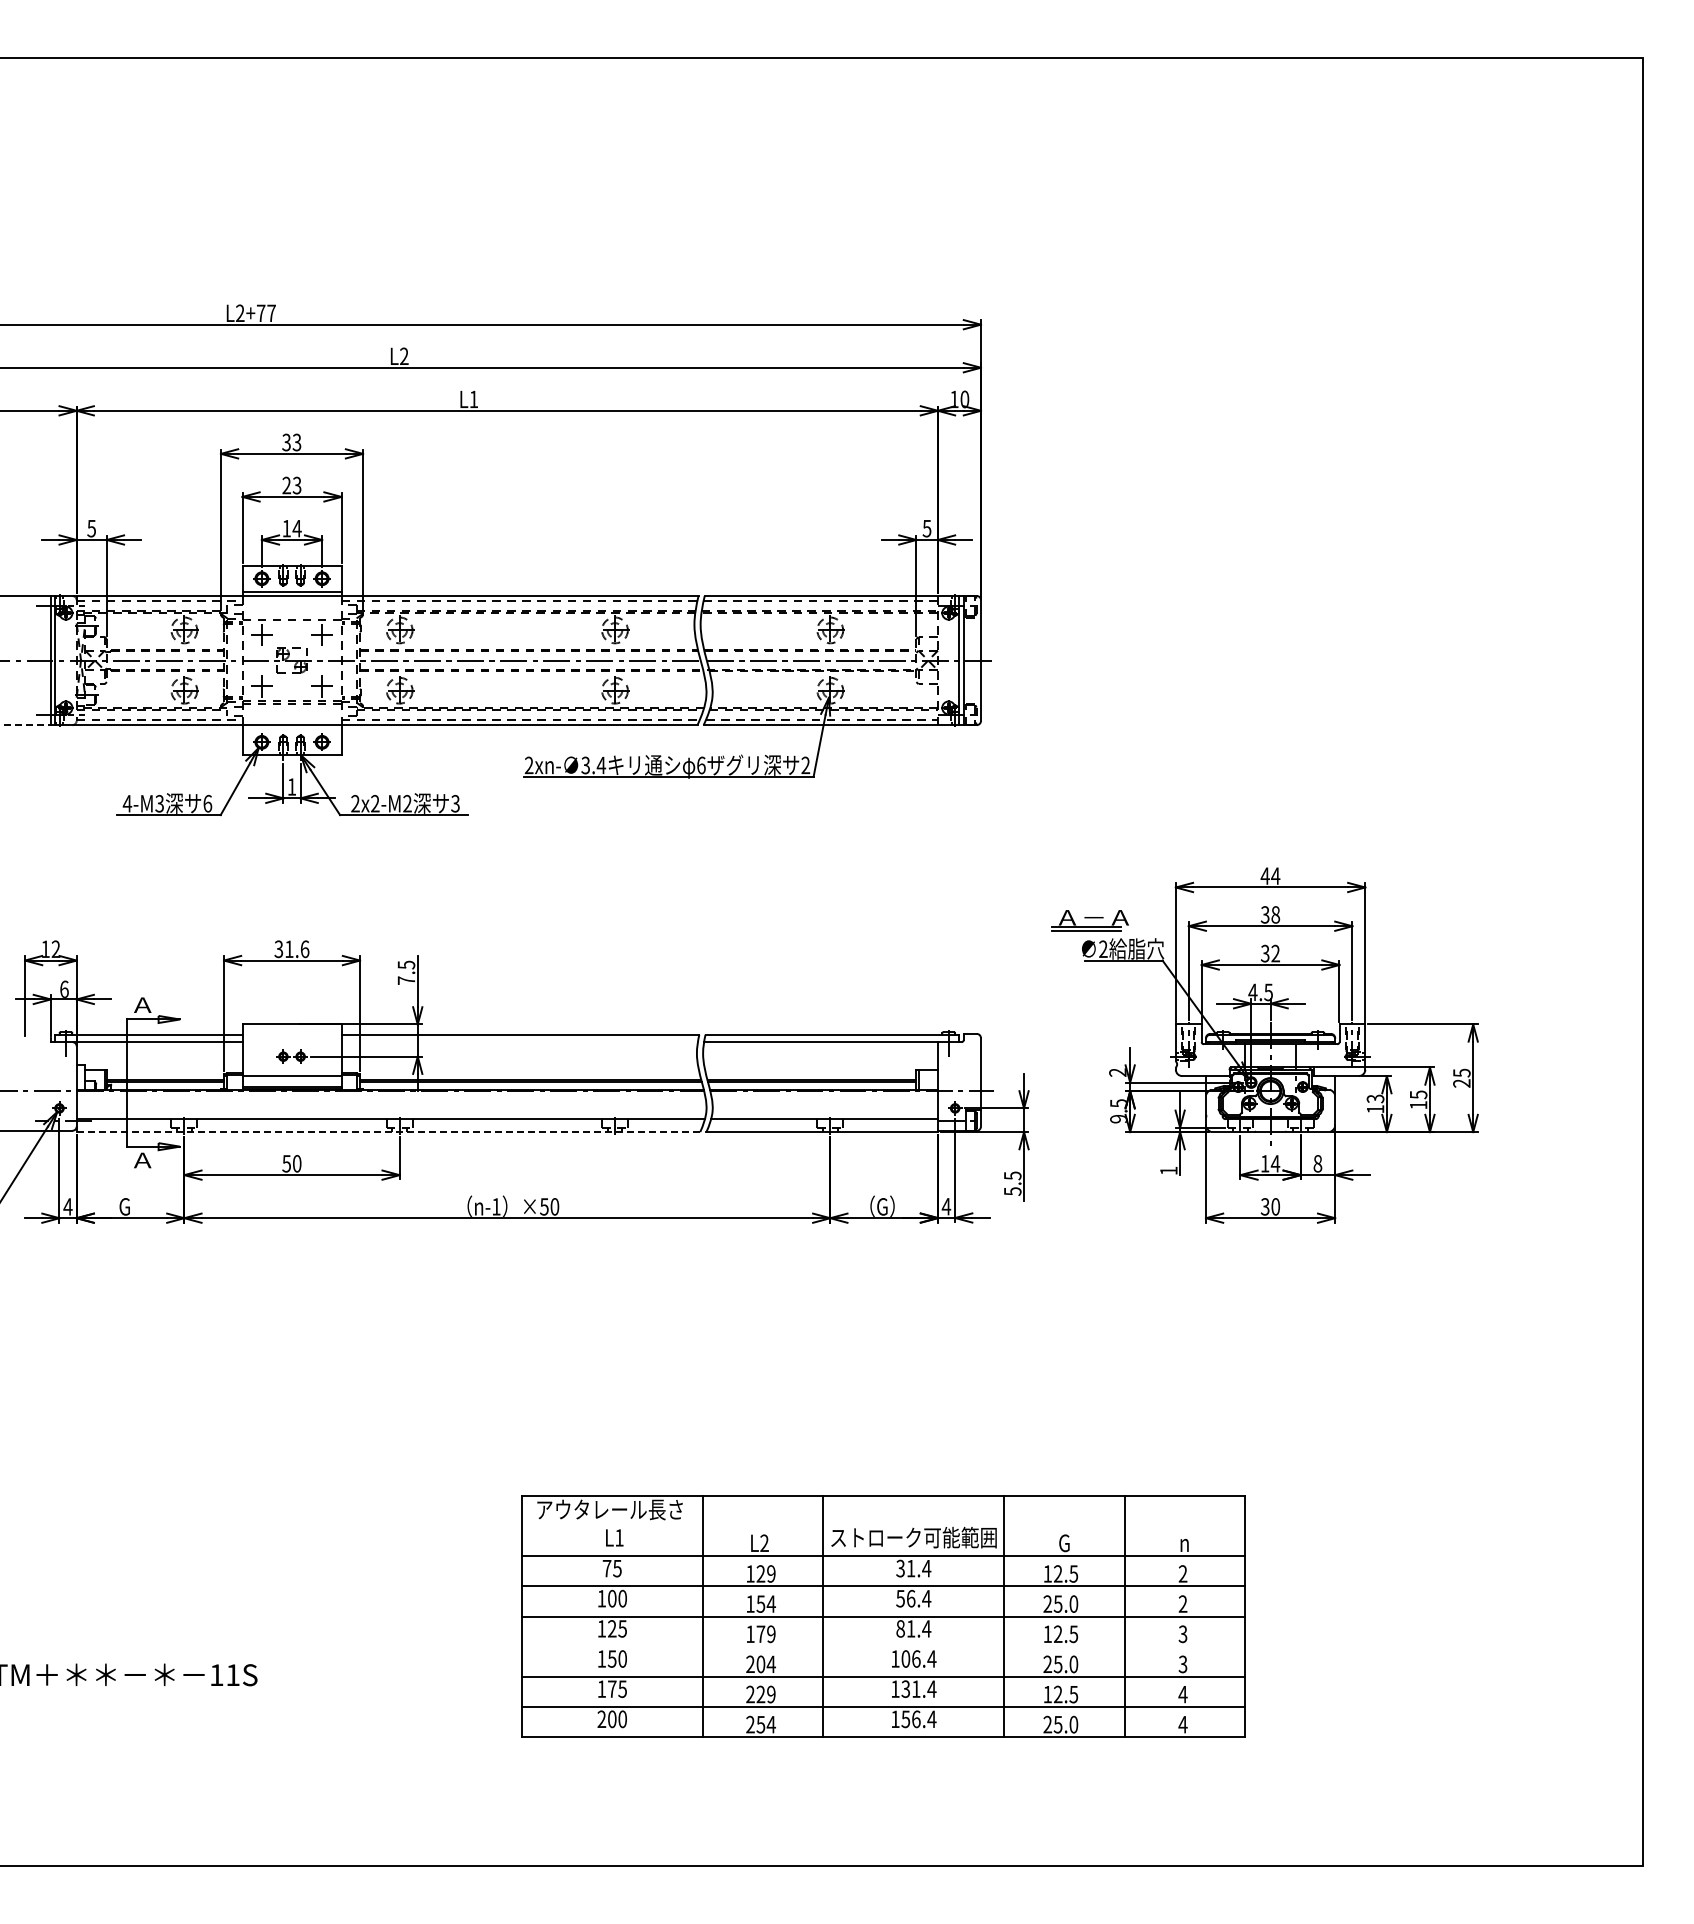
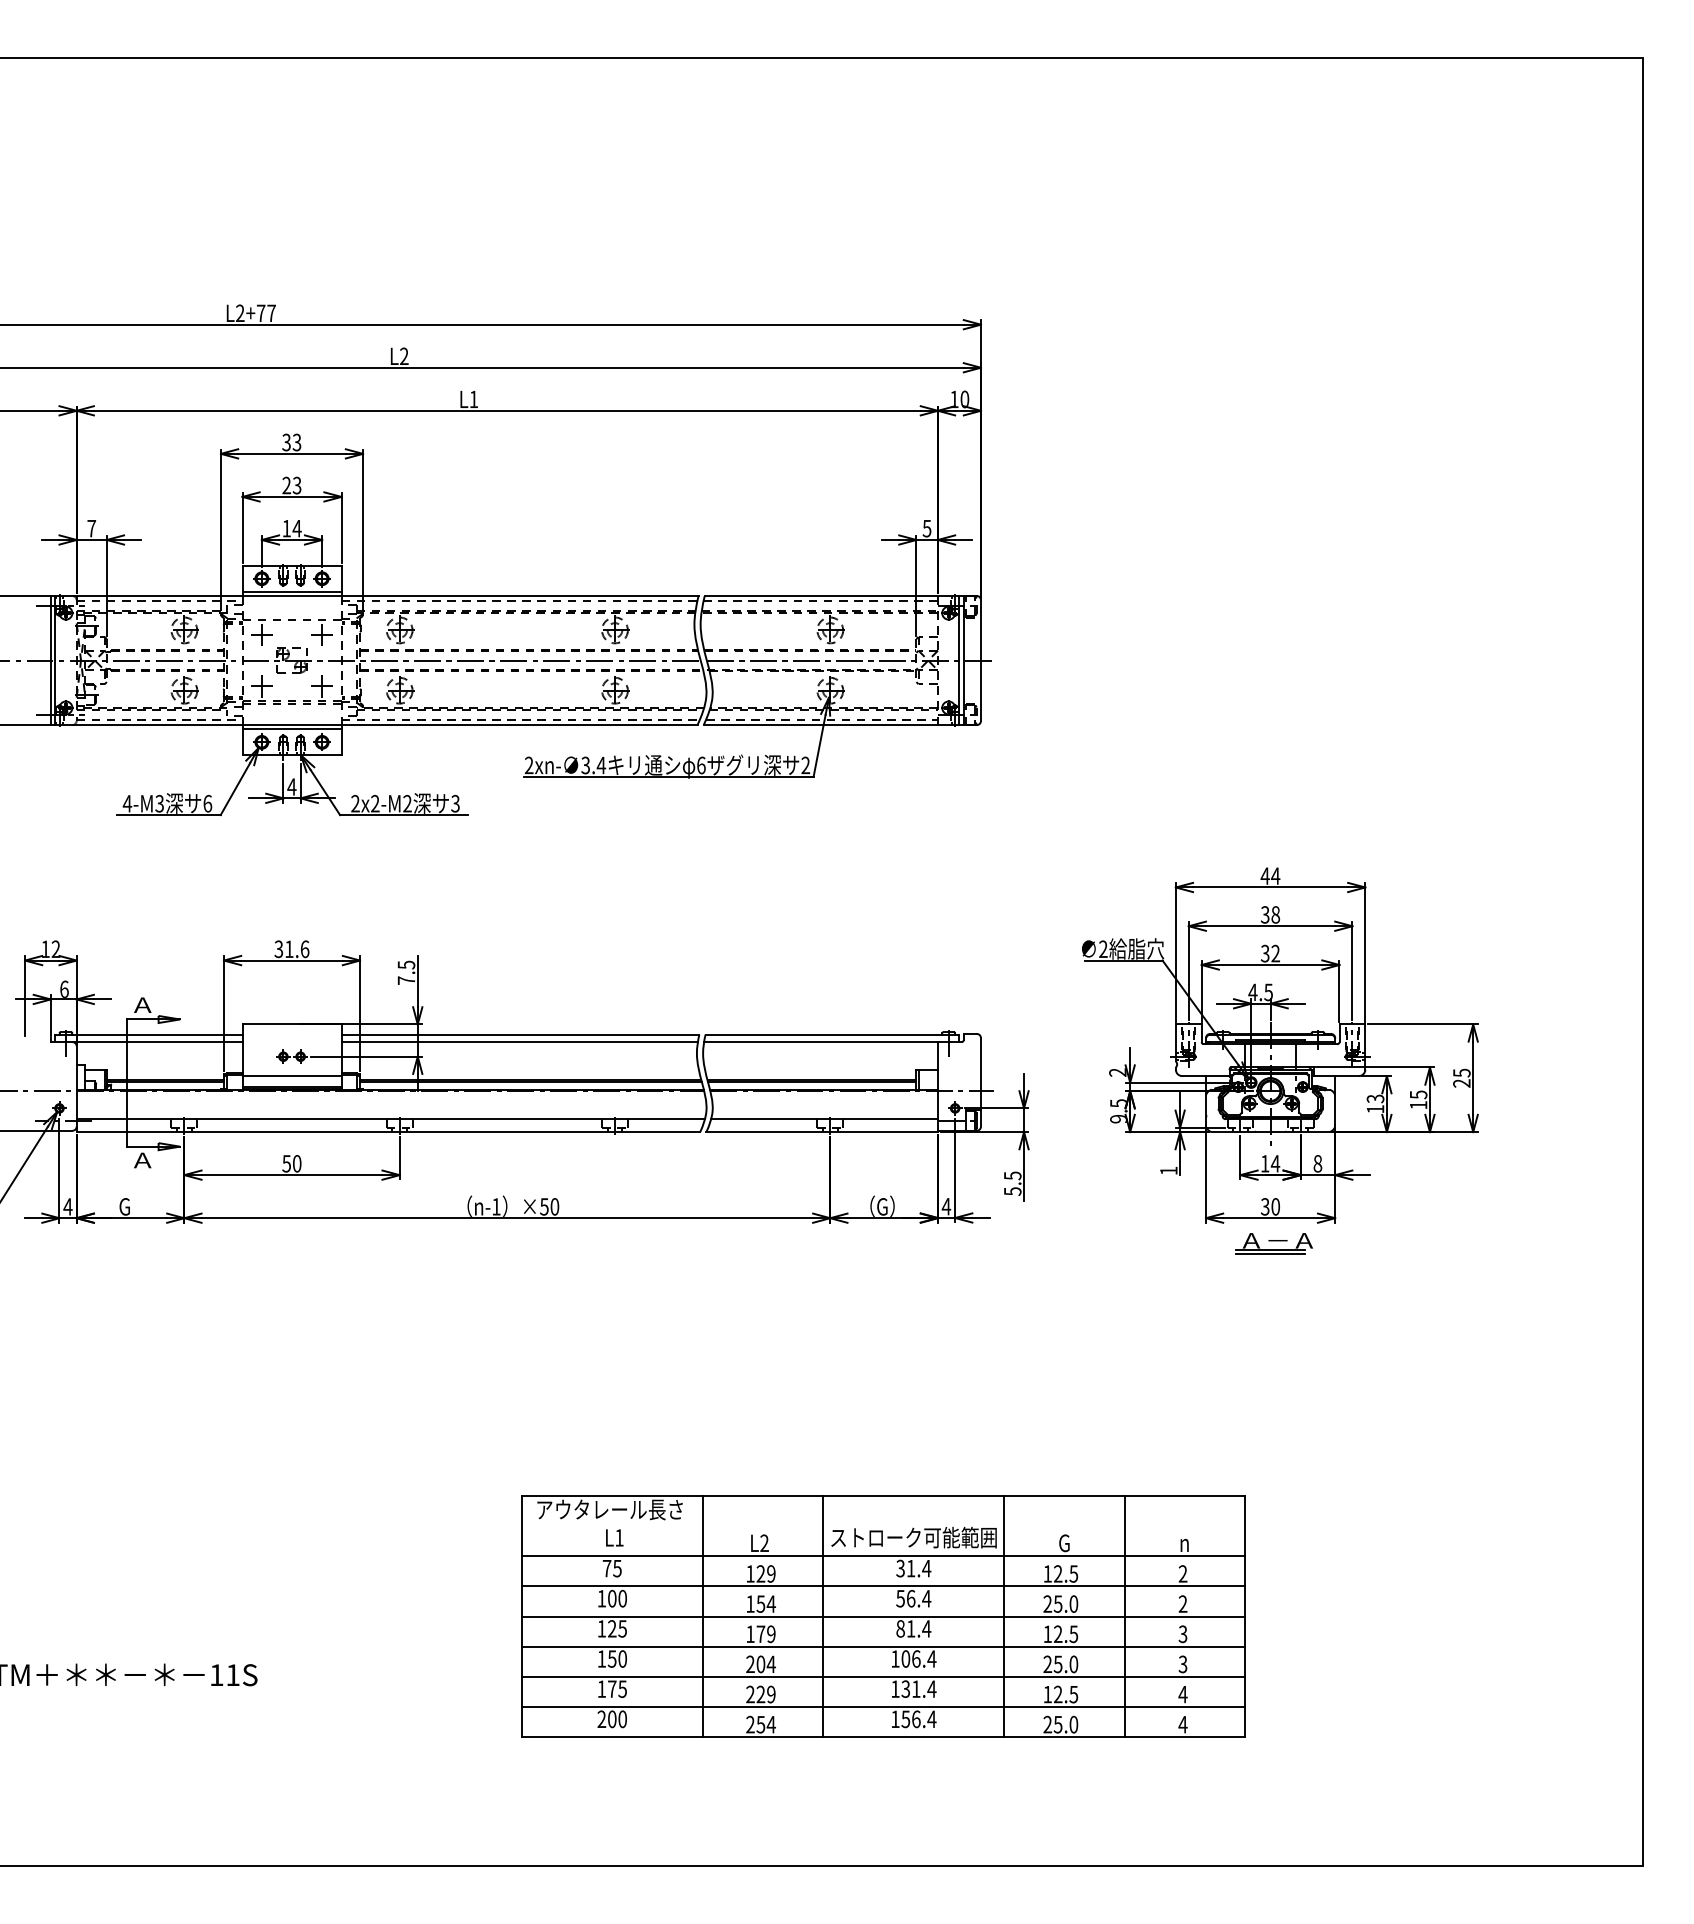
text at (91, 528): 5 -> 7
line at (27, 725): dashed -> solid
line at (291, 729): none -> present
text at (291, 786): 1 -> 4
part at (1089, 920) position: (1089, 920) -> (1273, 1243)
line at (519, 1042): none -> present
line at (388, 1132): dashed -> solid
line at (883, 1646): none -> present
